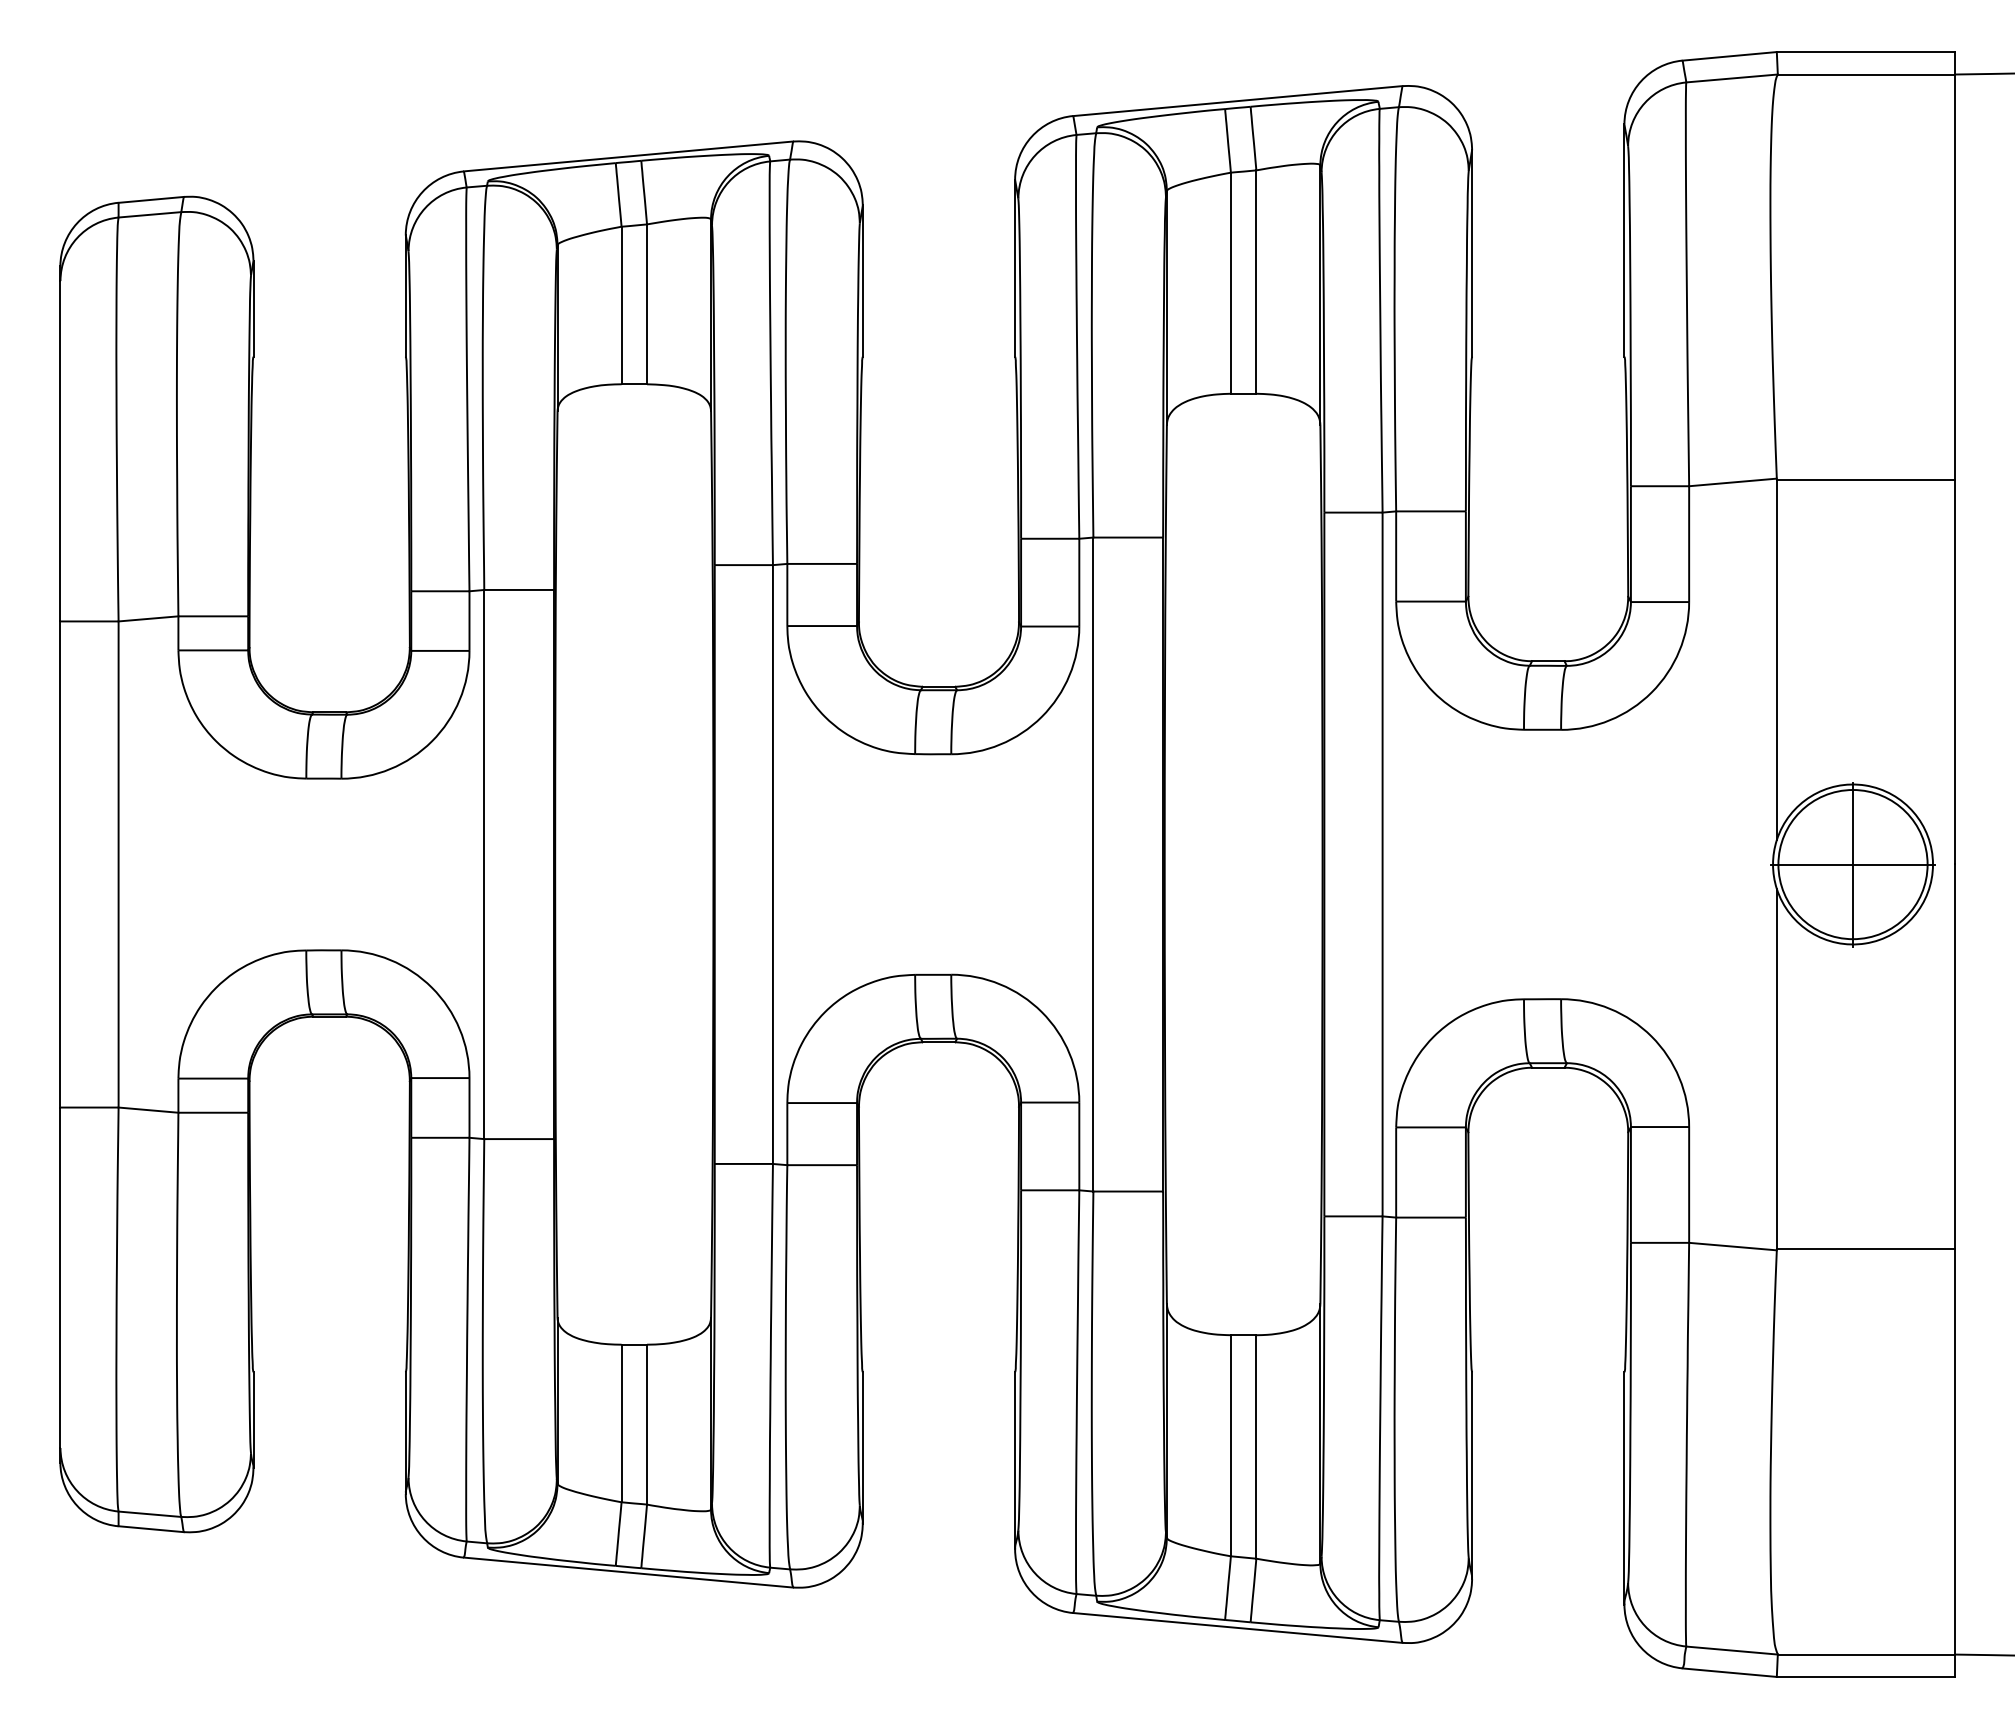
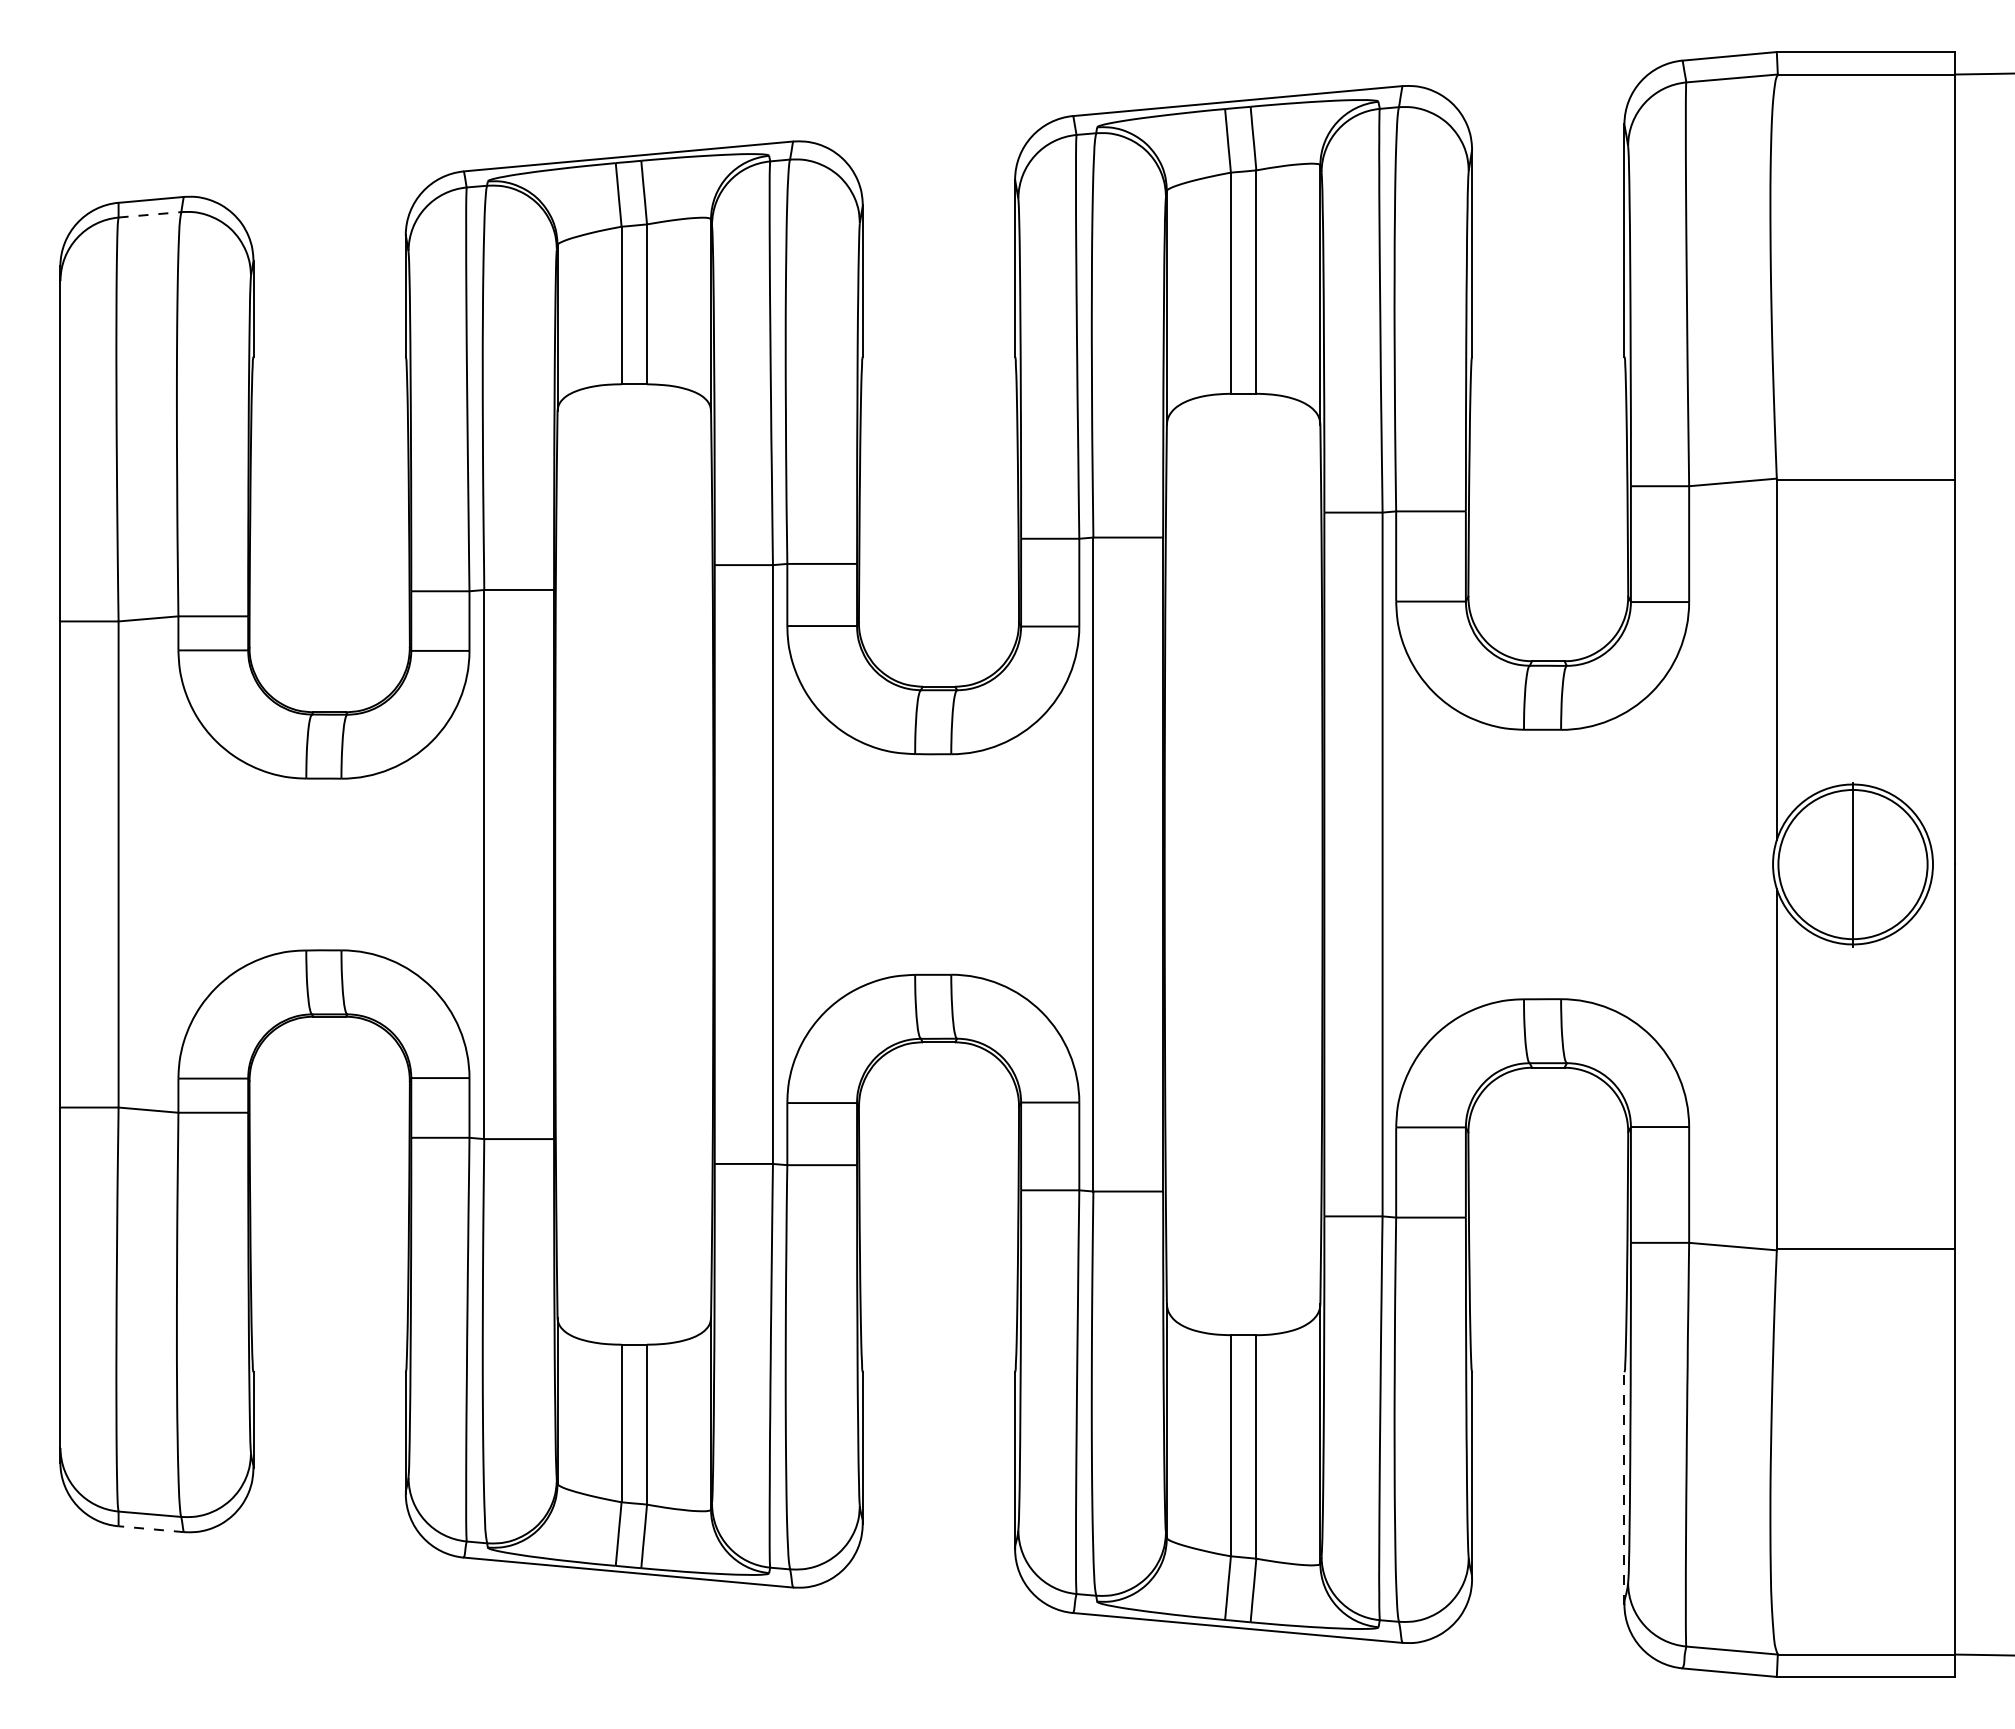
line at (150, 214): solid -> dashed
line at (1852, 864): present -> none
line at (1624, 1487): solid -> dashed
line at (151, 1529): solid -> dashed
